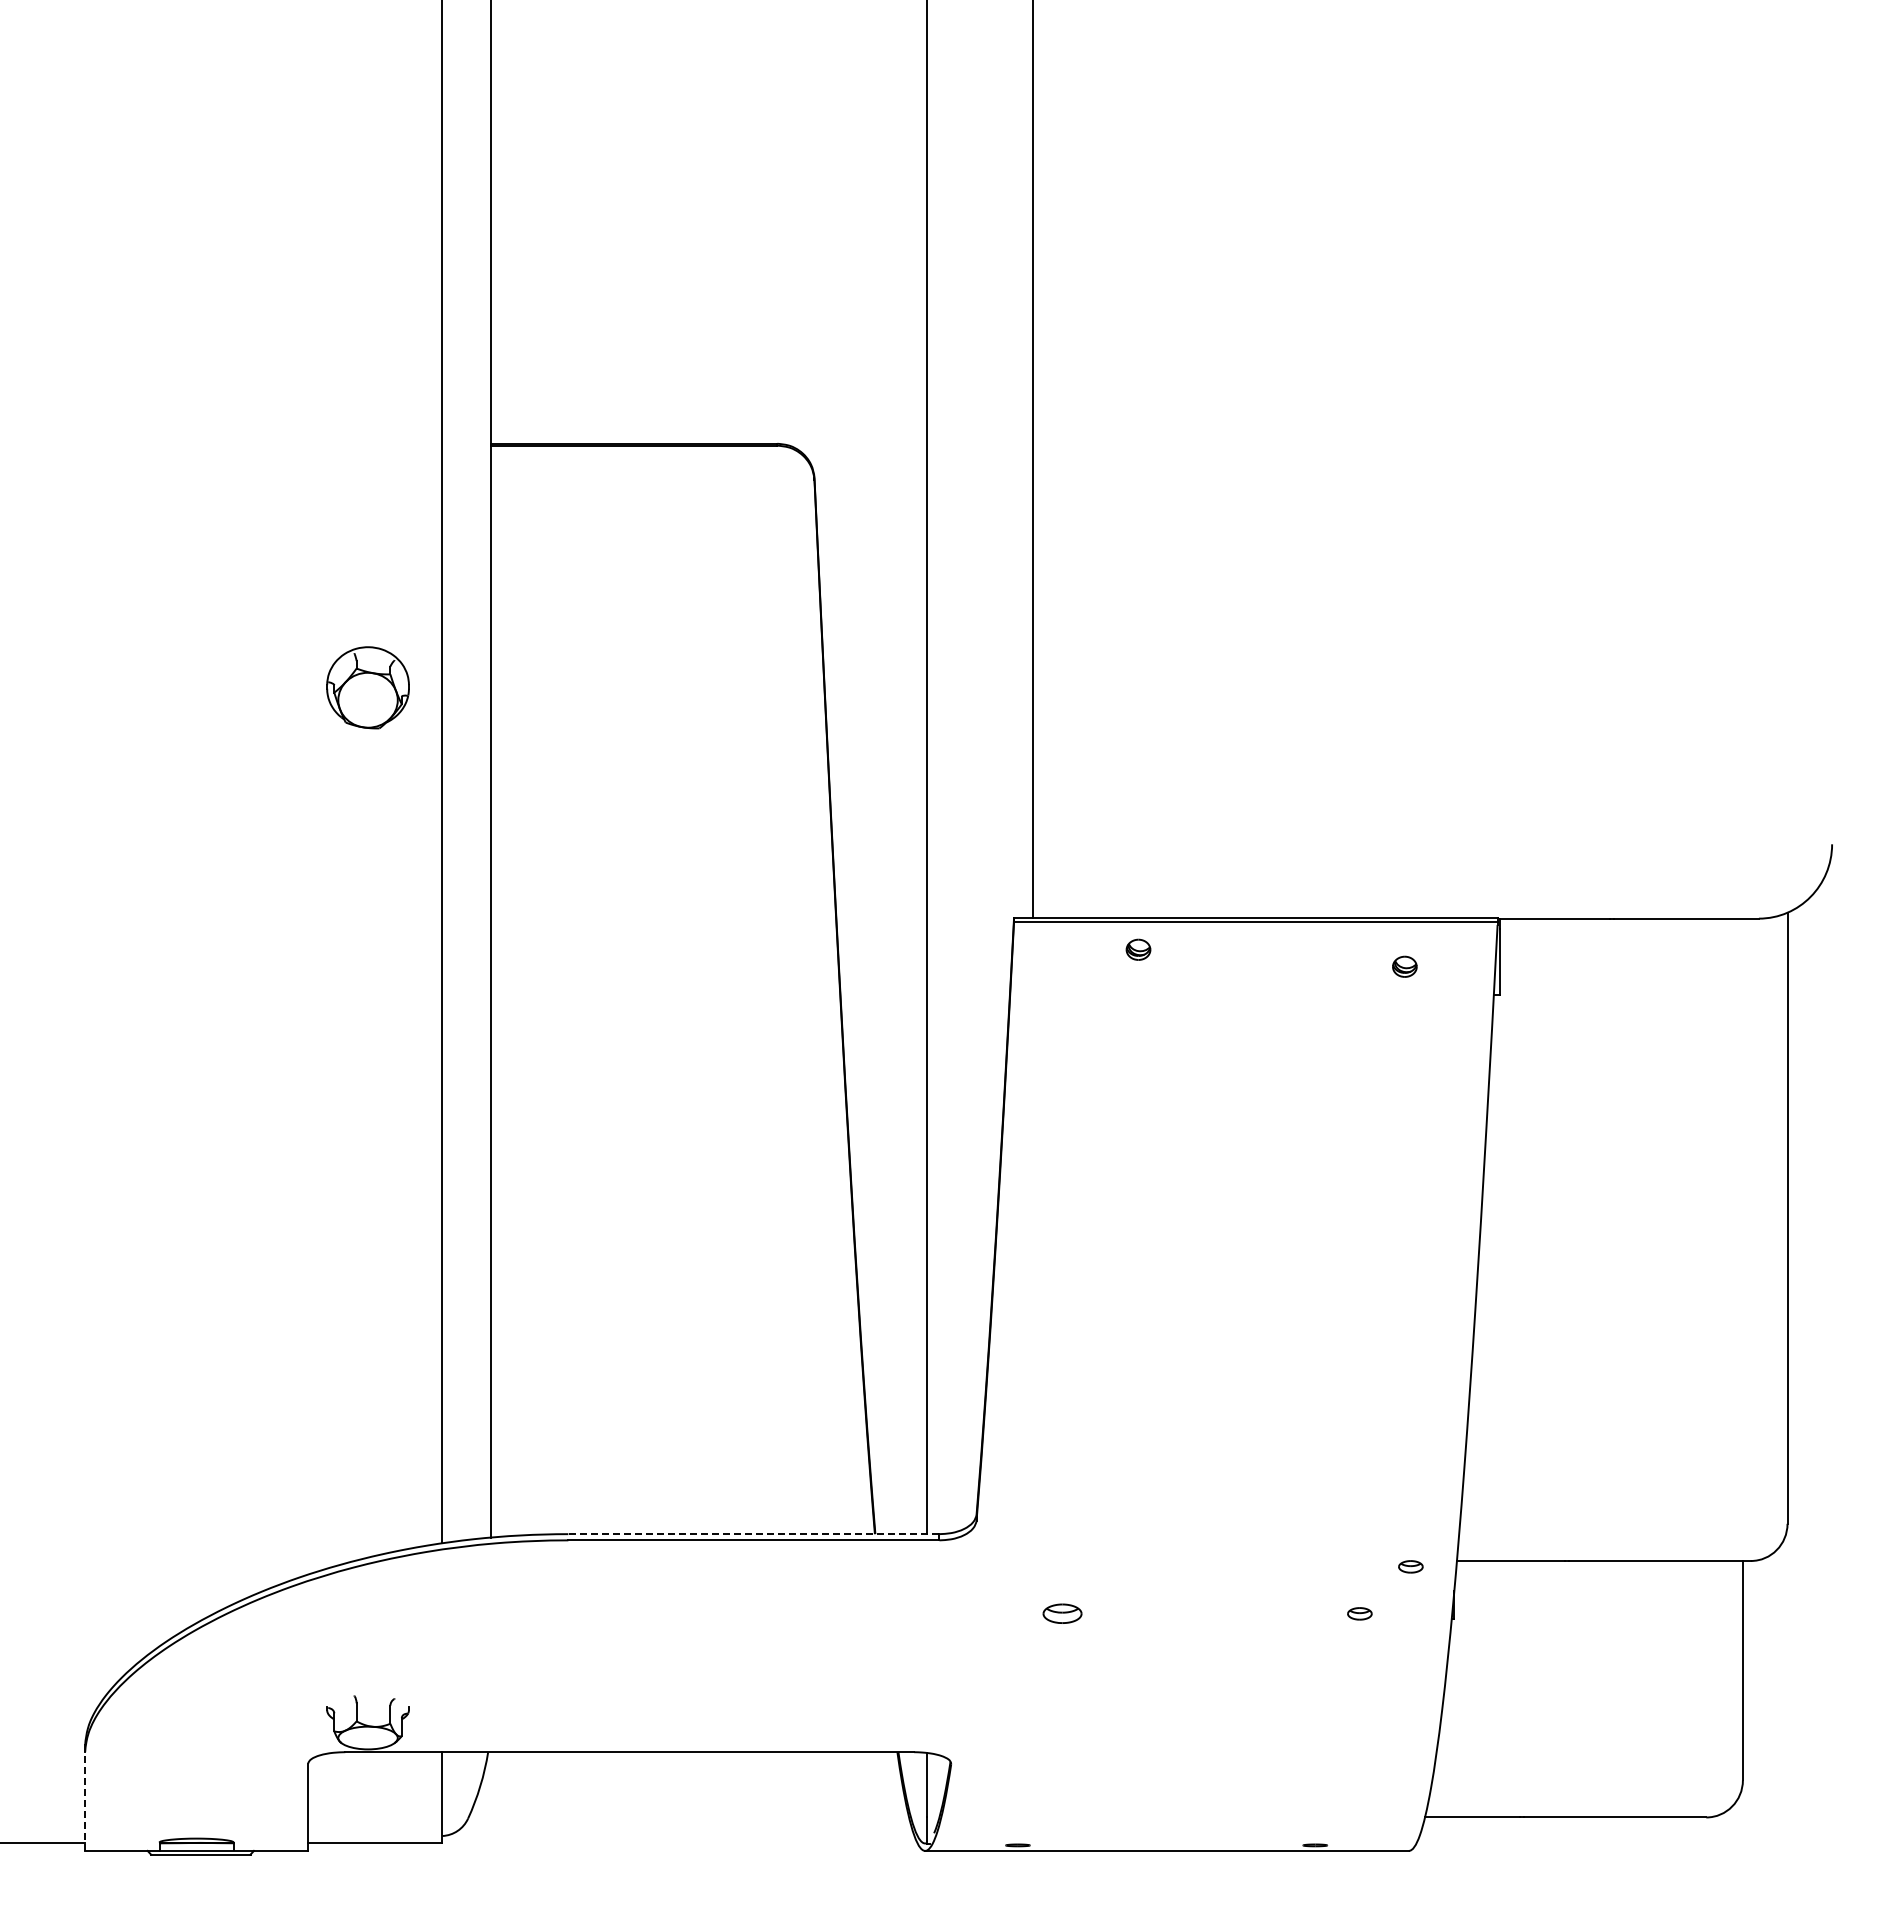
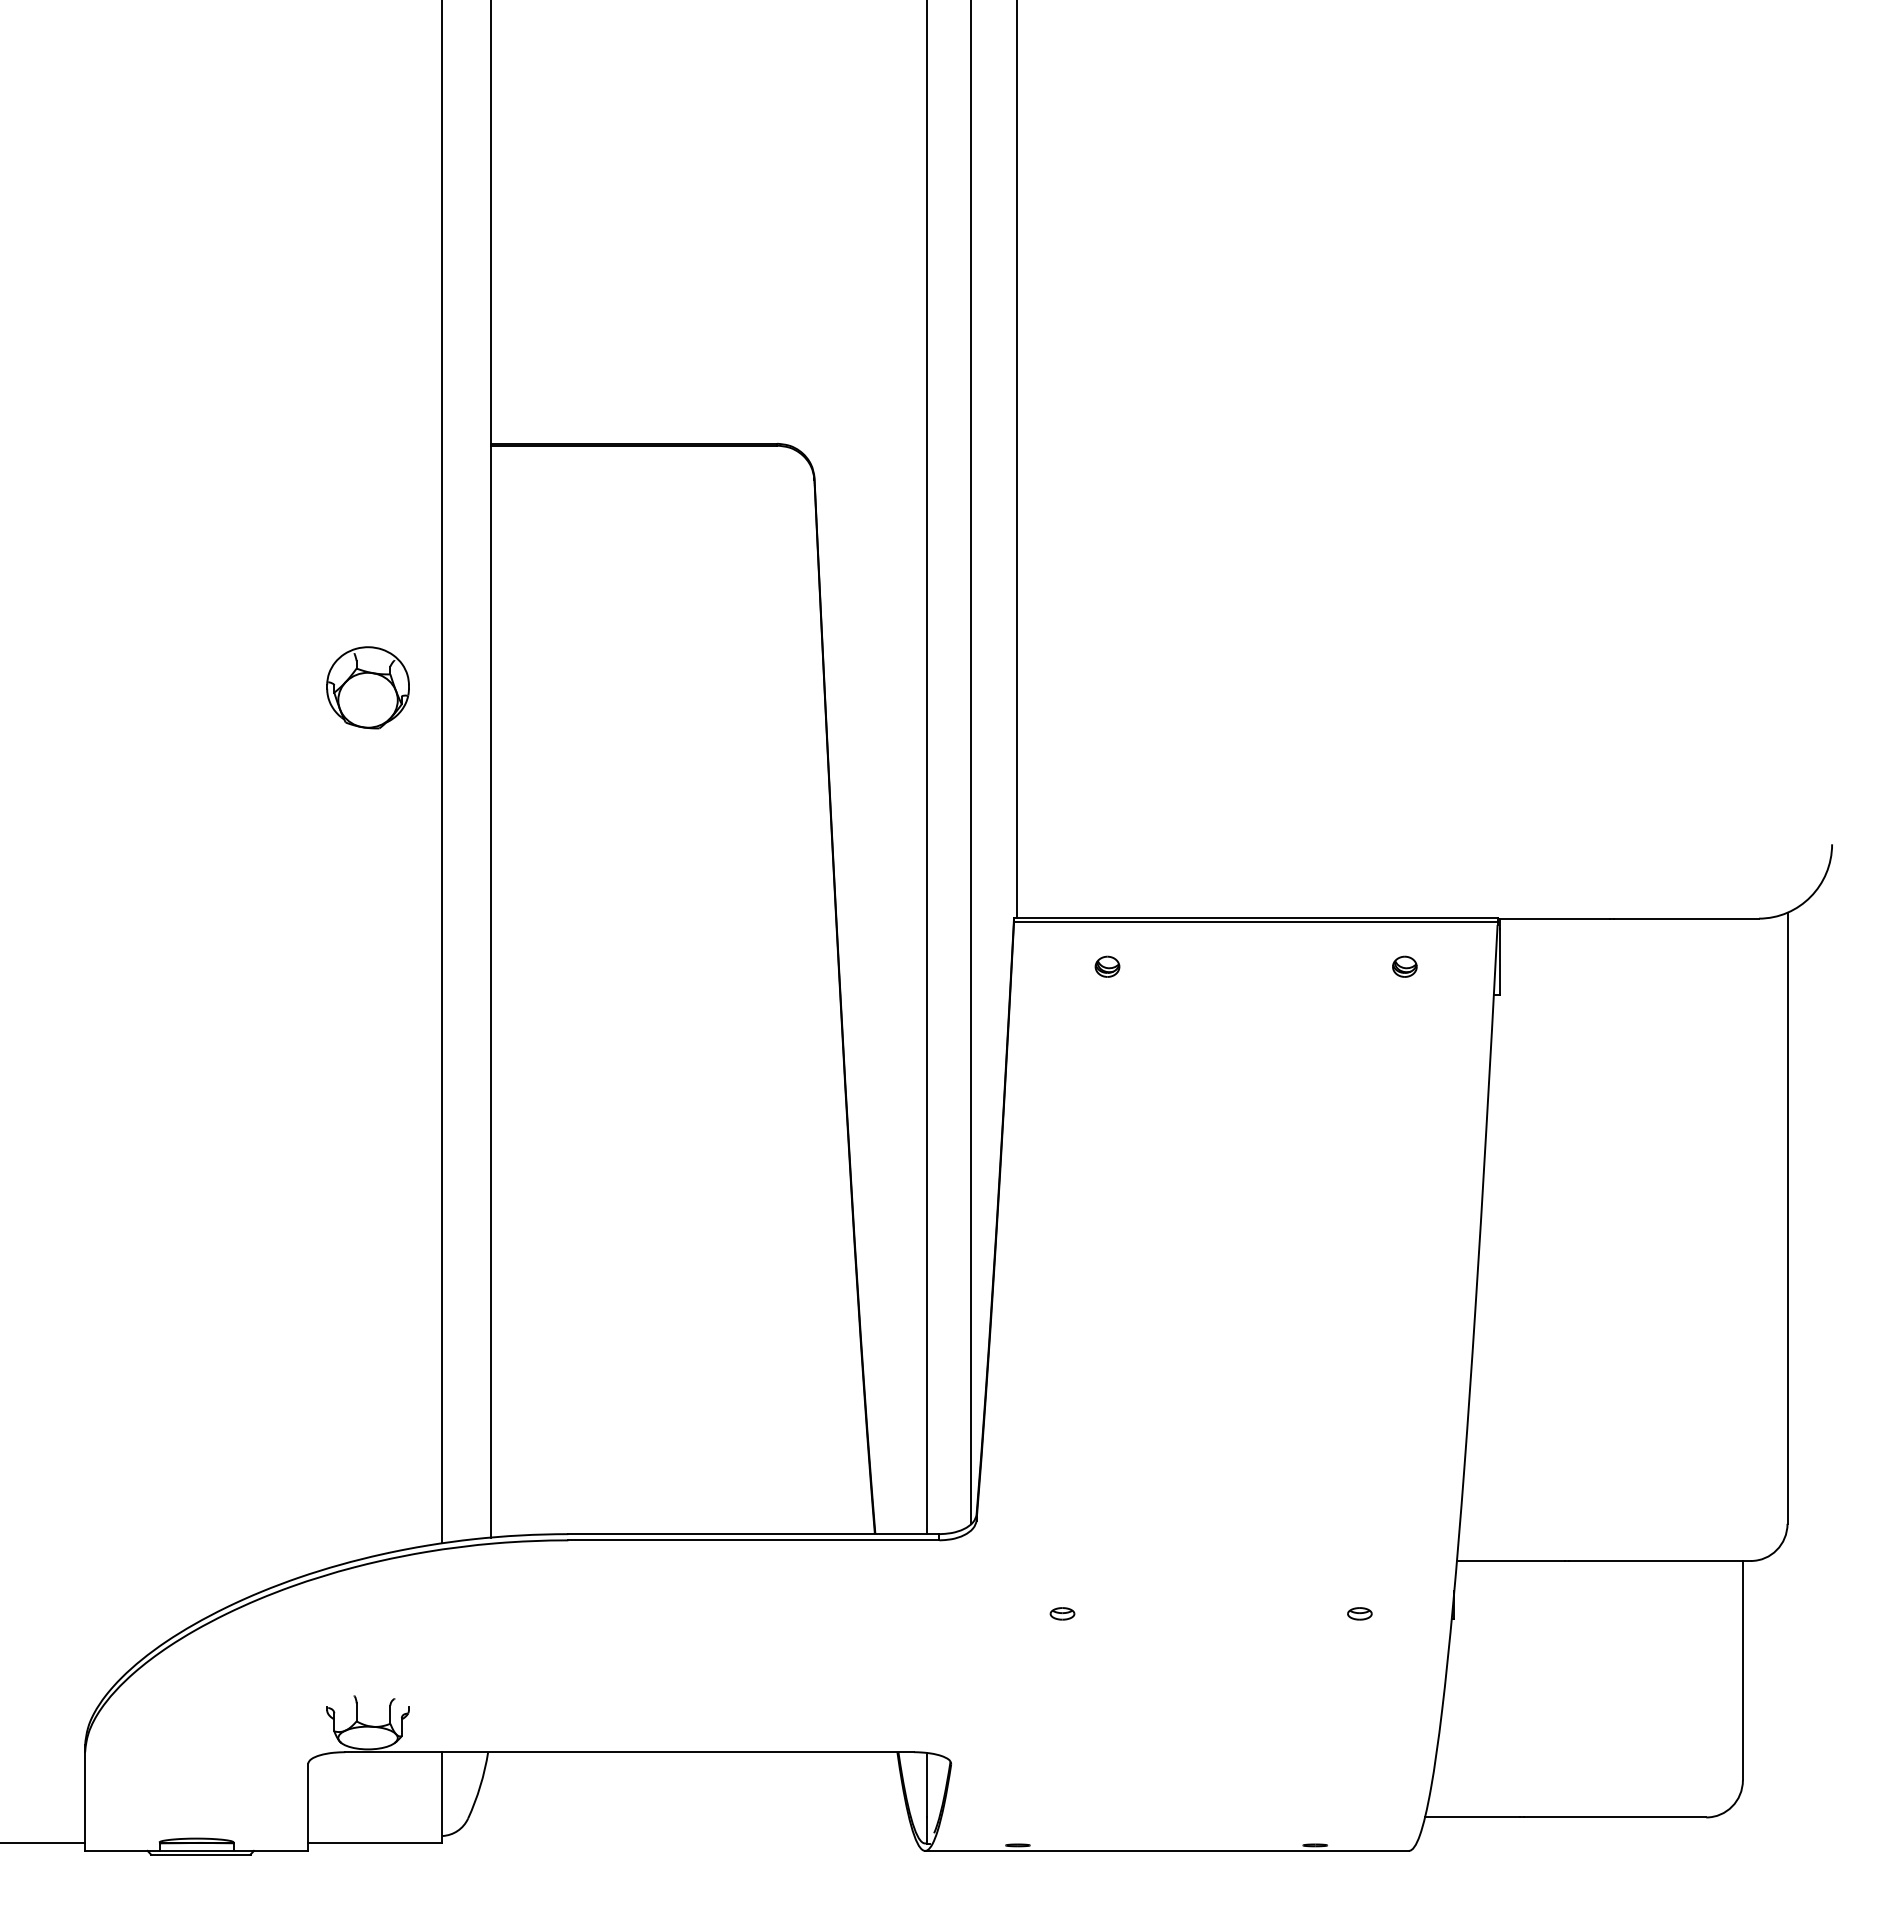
line at (1032, 459) position: (1032, 459) -> (1016, 459)
line at (971, 763): none -> present
part at (1138, 949) position: (1138, 949) -> (1107, 966)
line at (753, 1534): dashed -> solid
part at (1410, 1566): present -> none
part at (1062, 1613) size: 41x21 px -> 27x14 px
line at (85, 1801): dashed -> solid
